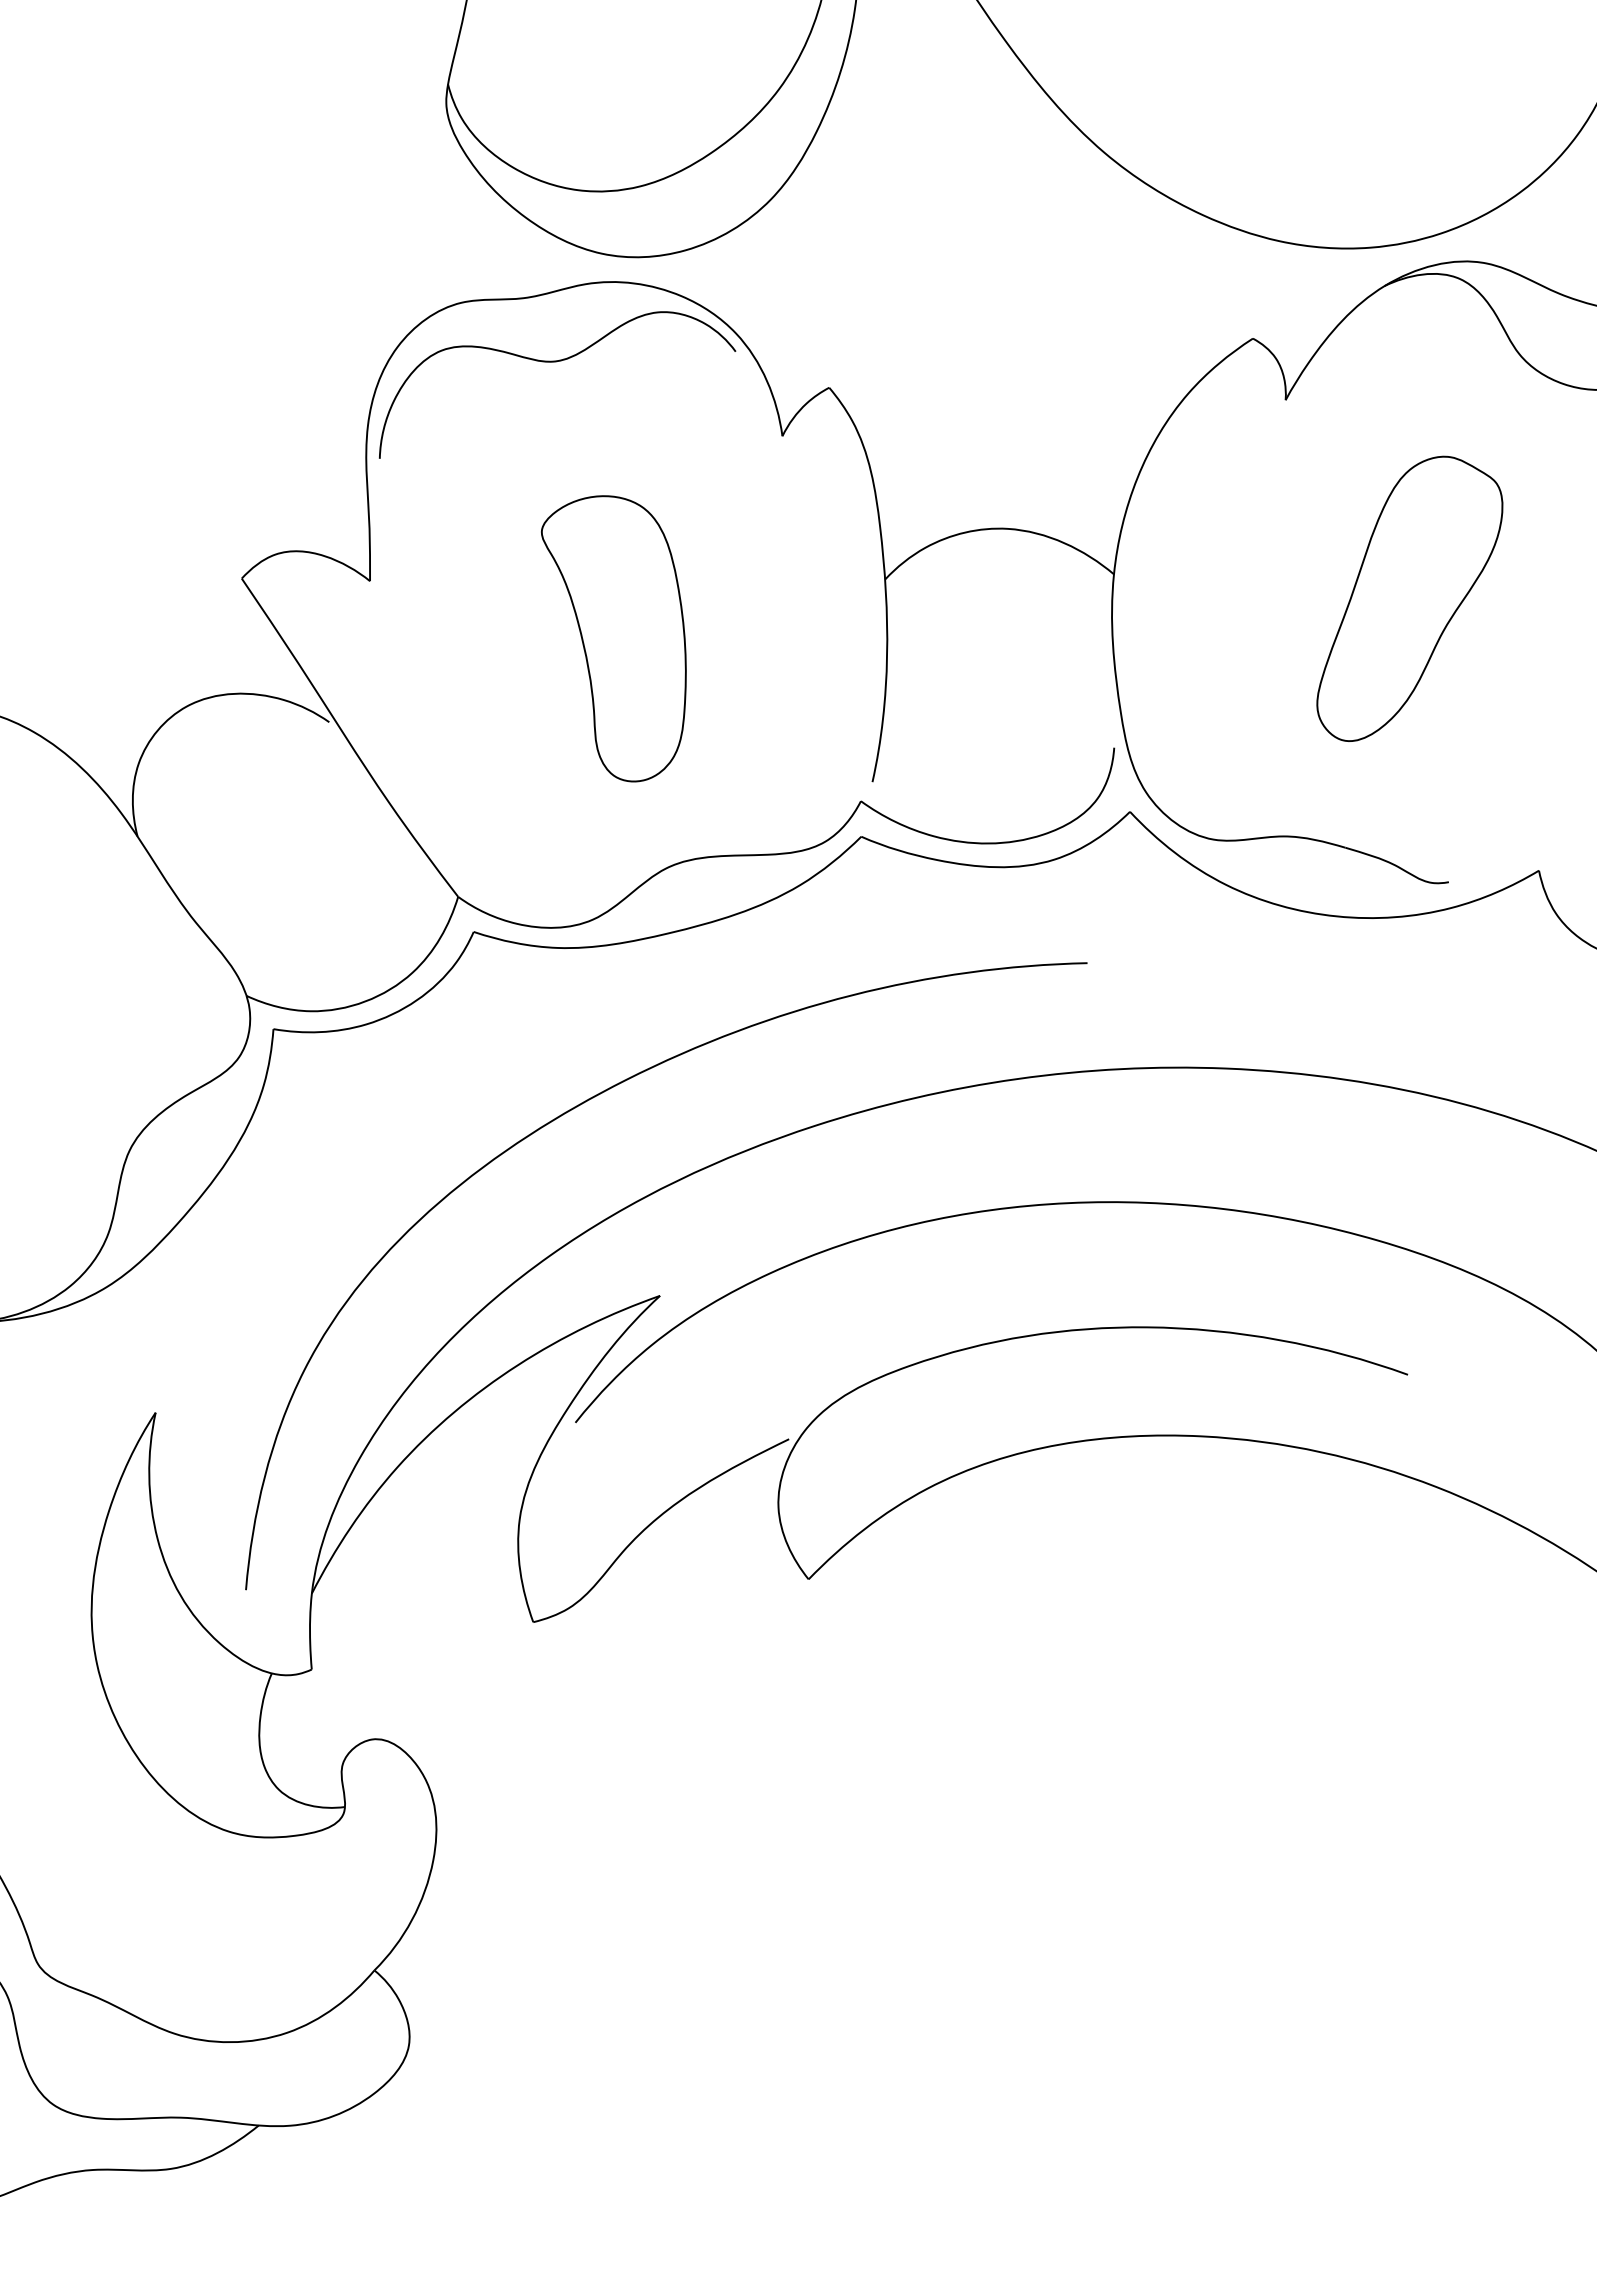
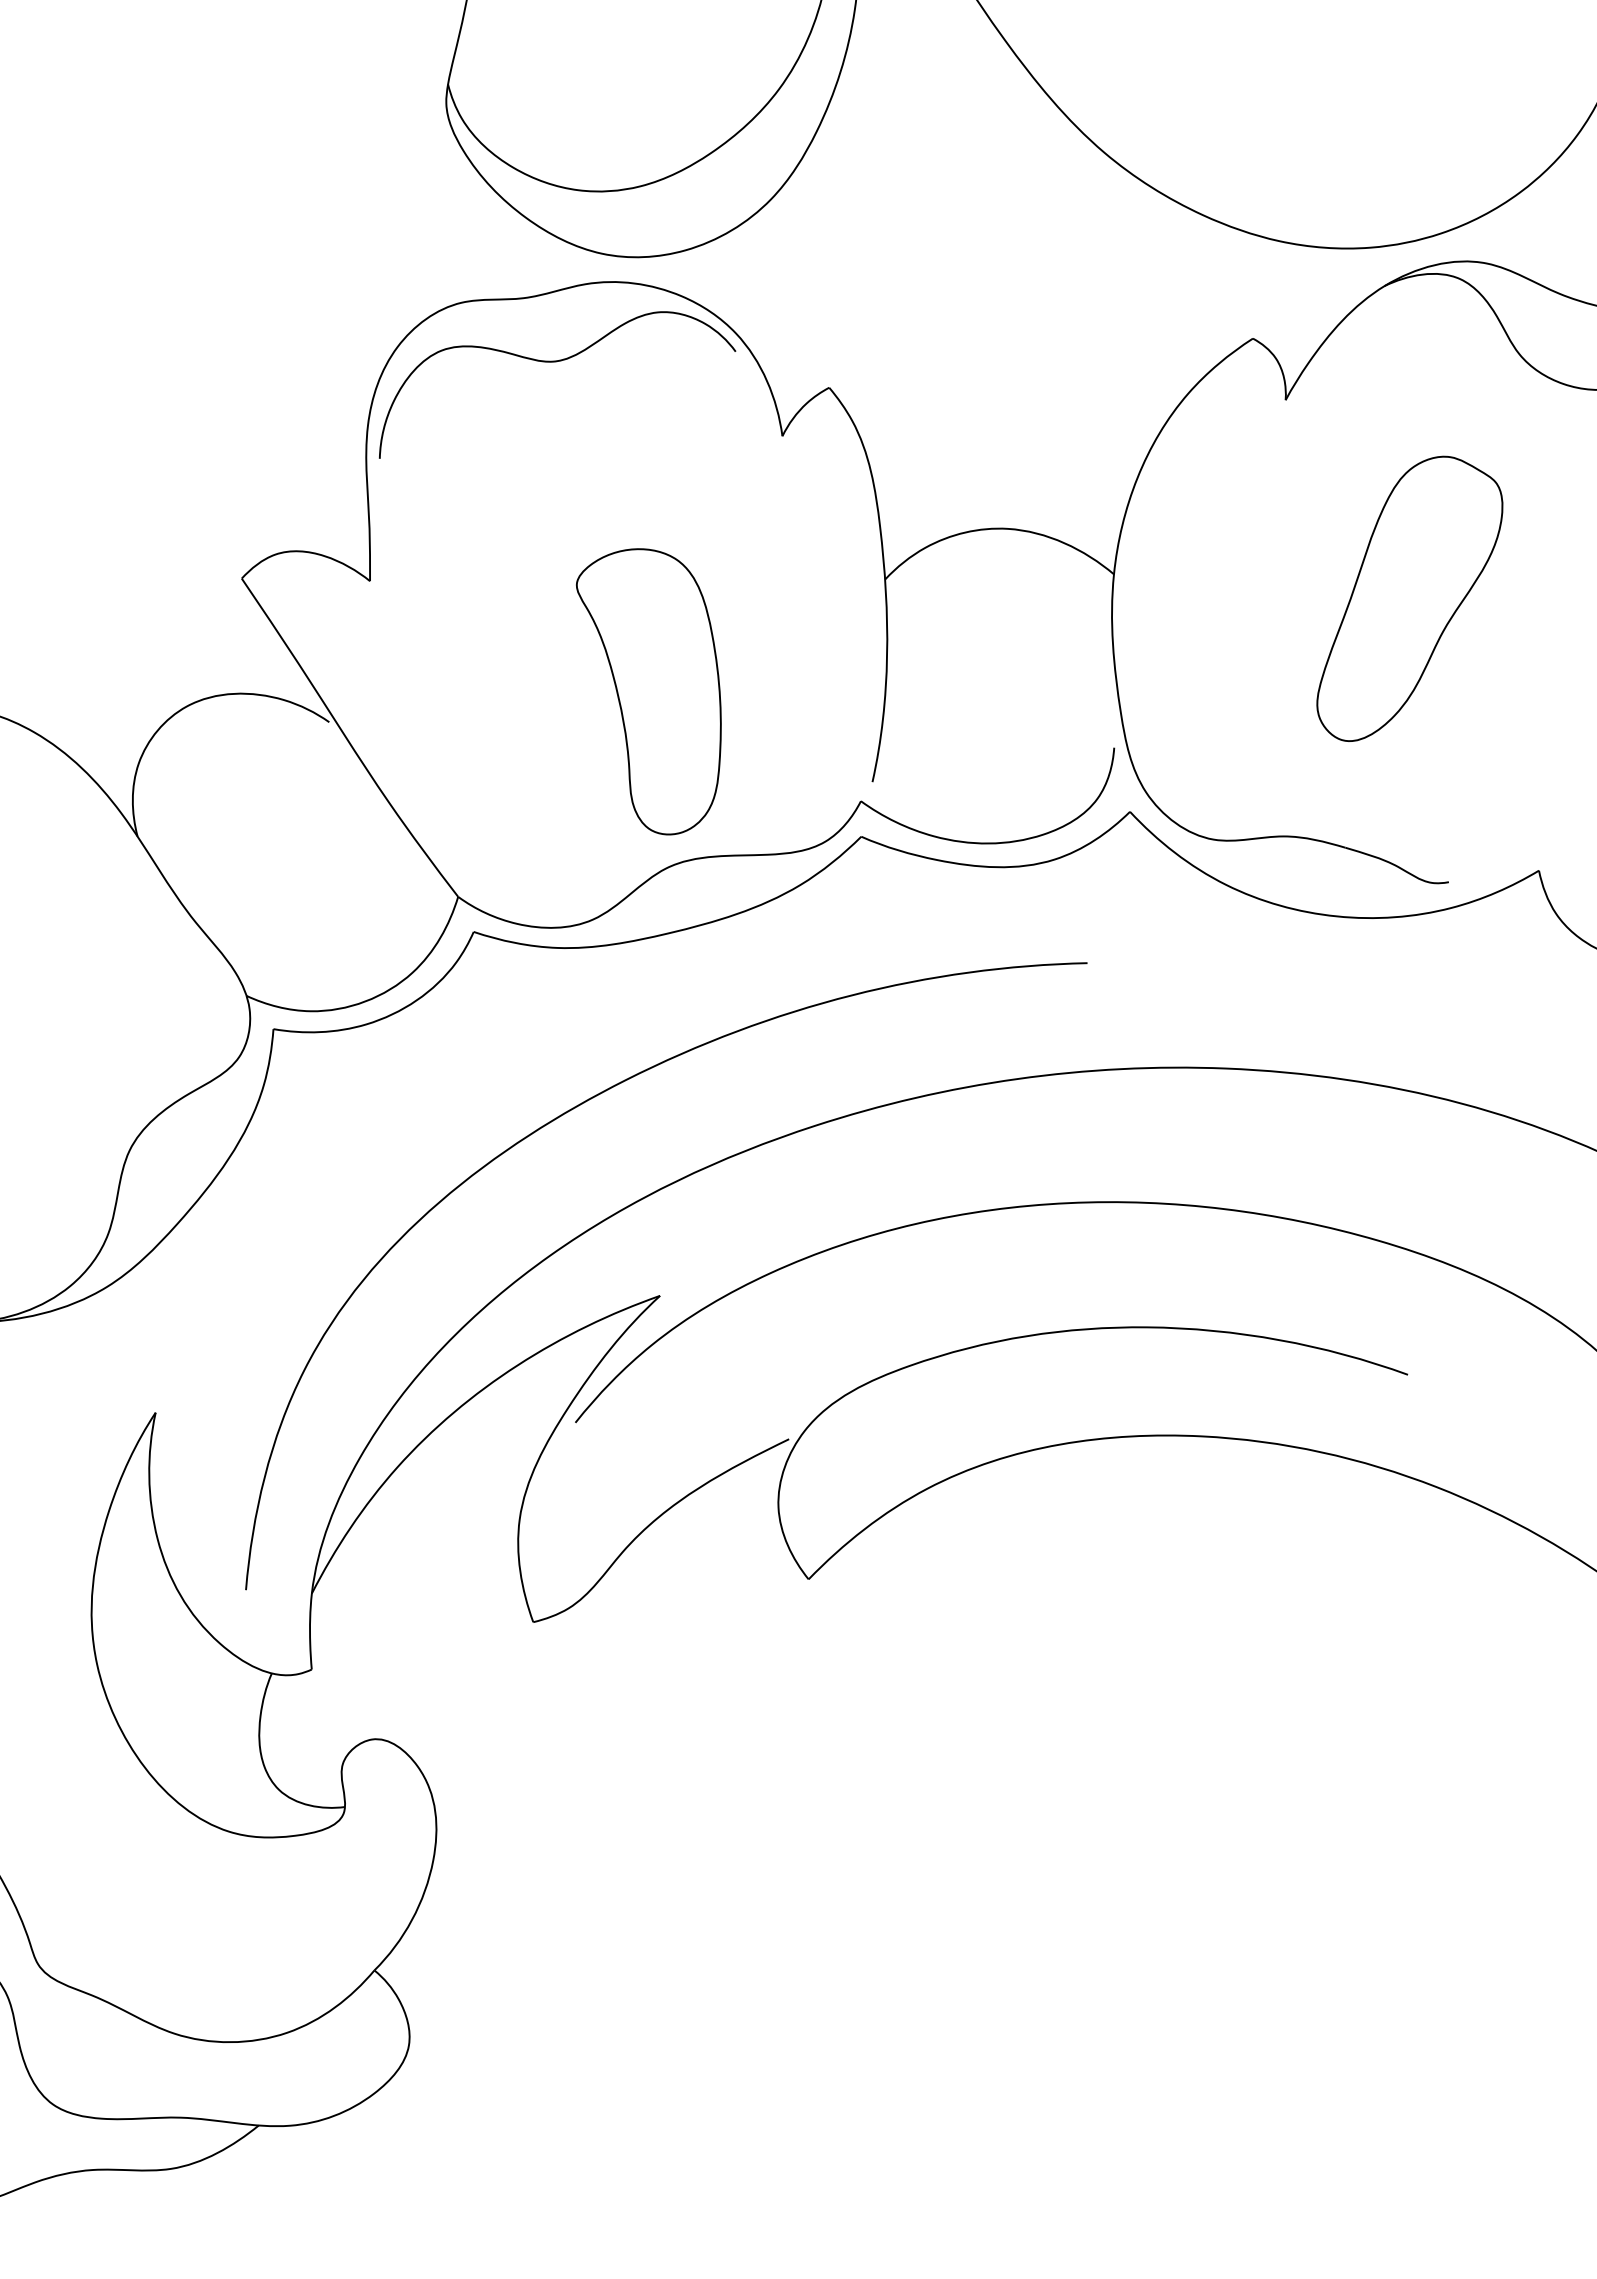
part at (613, 638) position: (613, 638) -> (648, 691)
